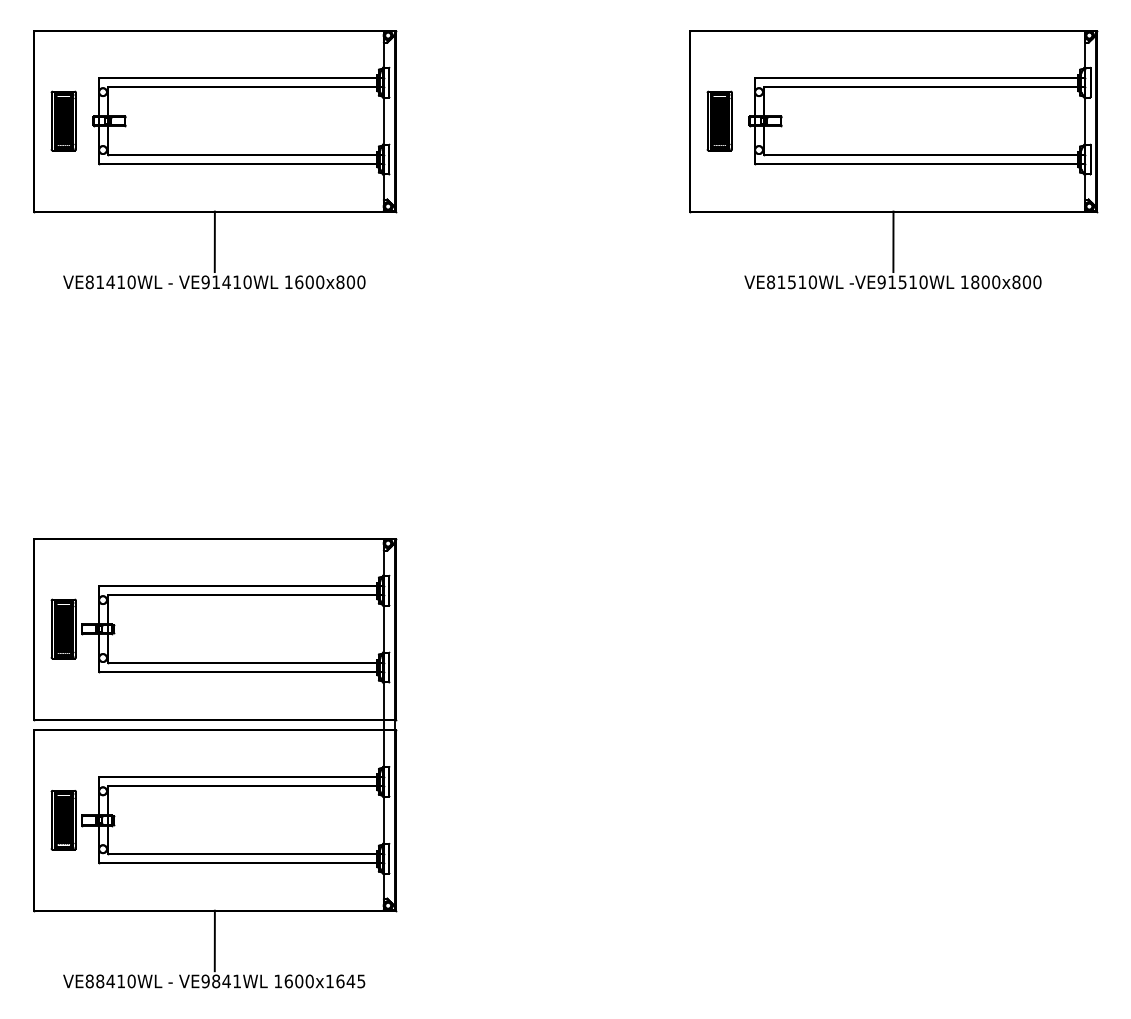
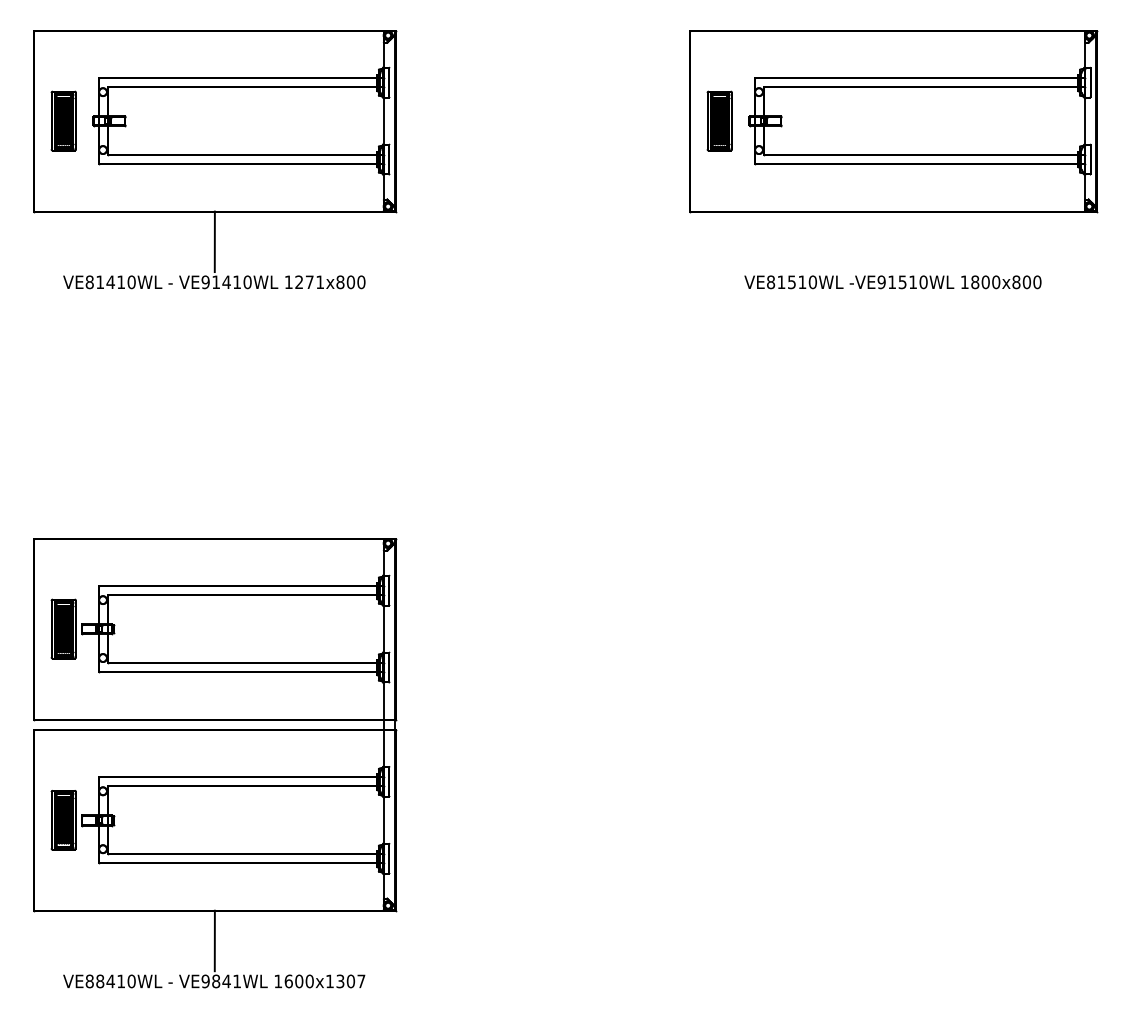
line at (893, 241): present -> none
text at (309, 282): 1600x800 -> 1271x800
text at (350, 981): 1600x1645 -> 1600x1307
